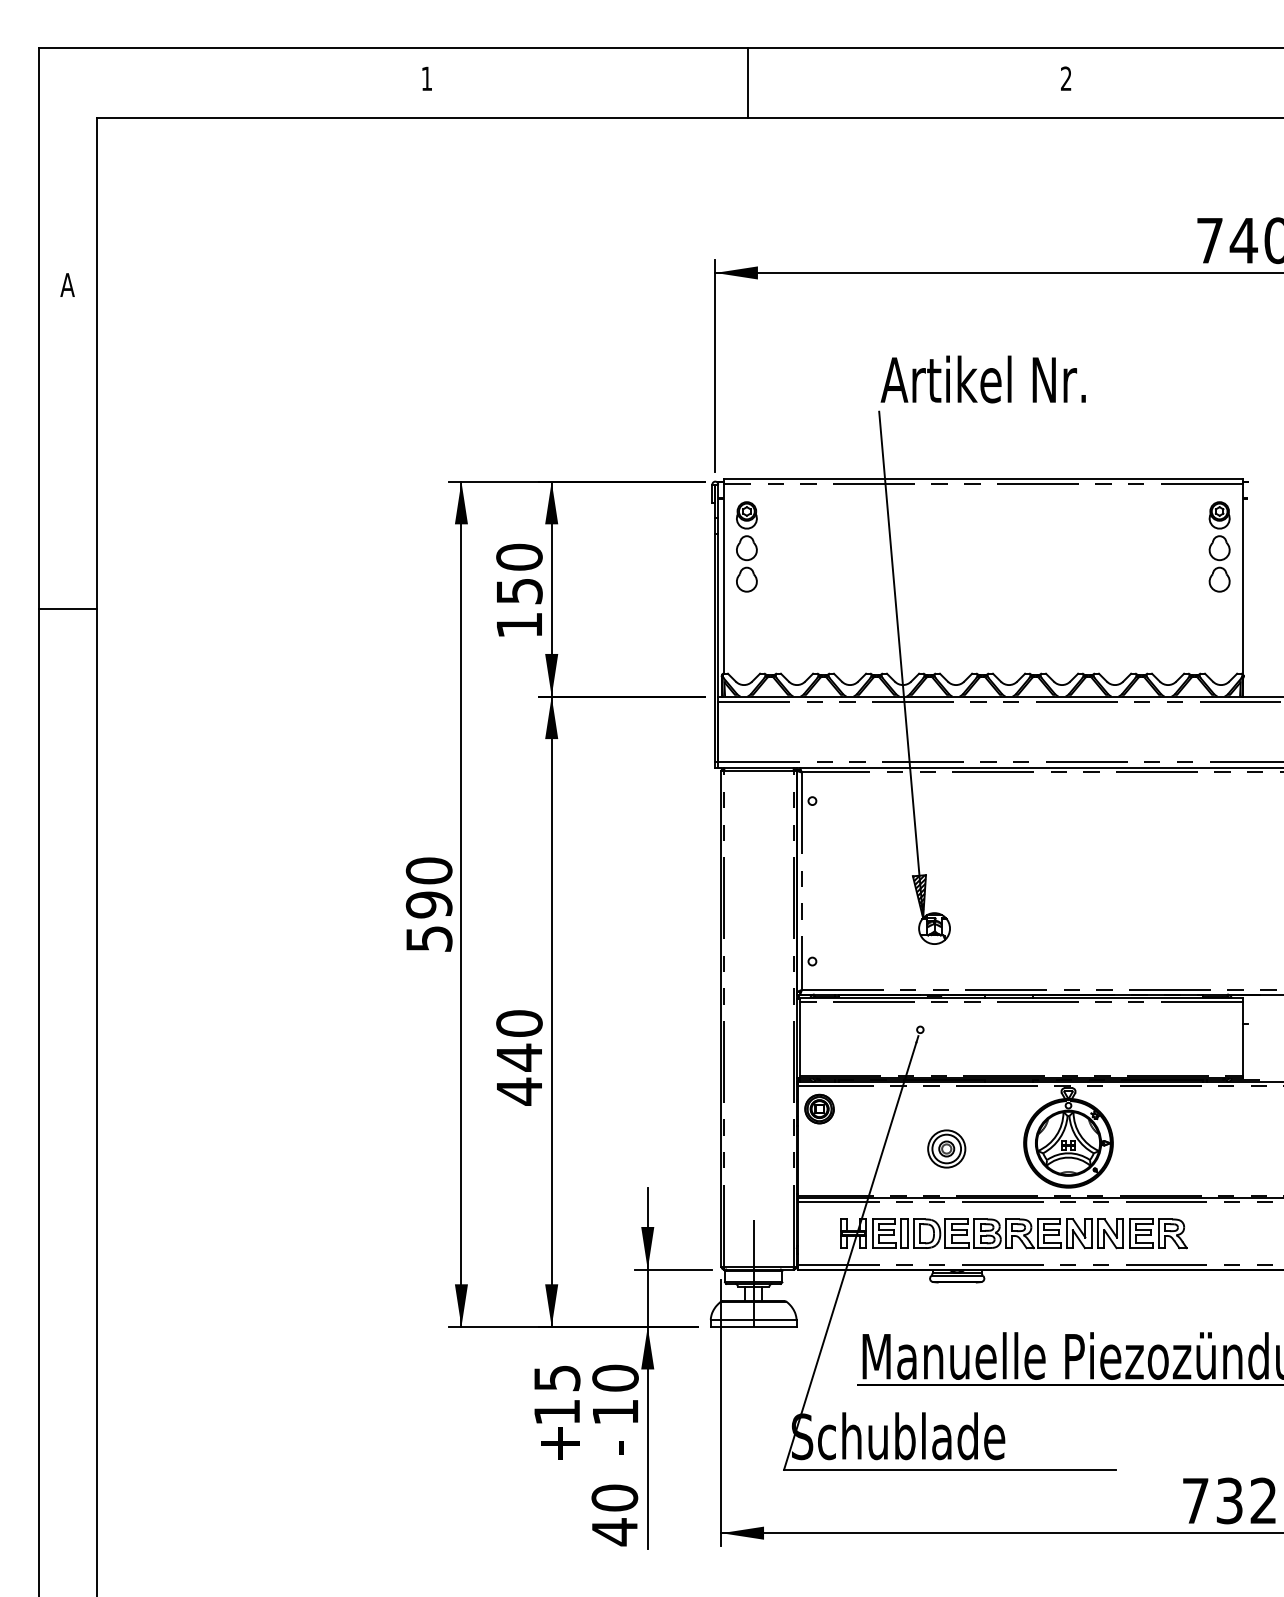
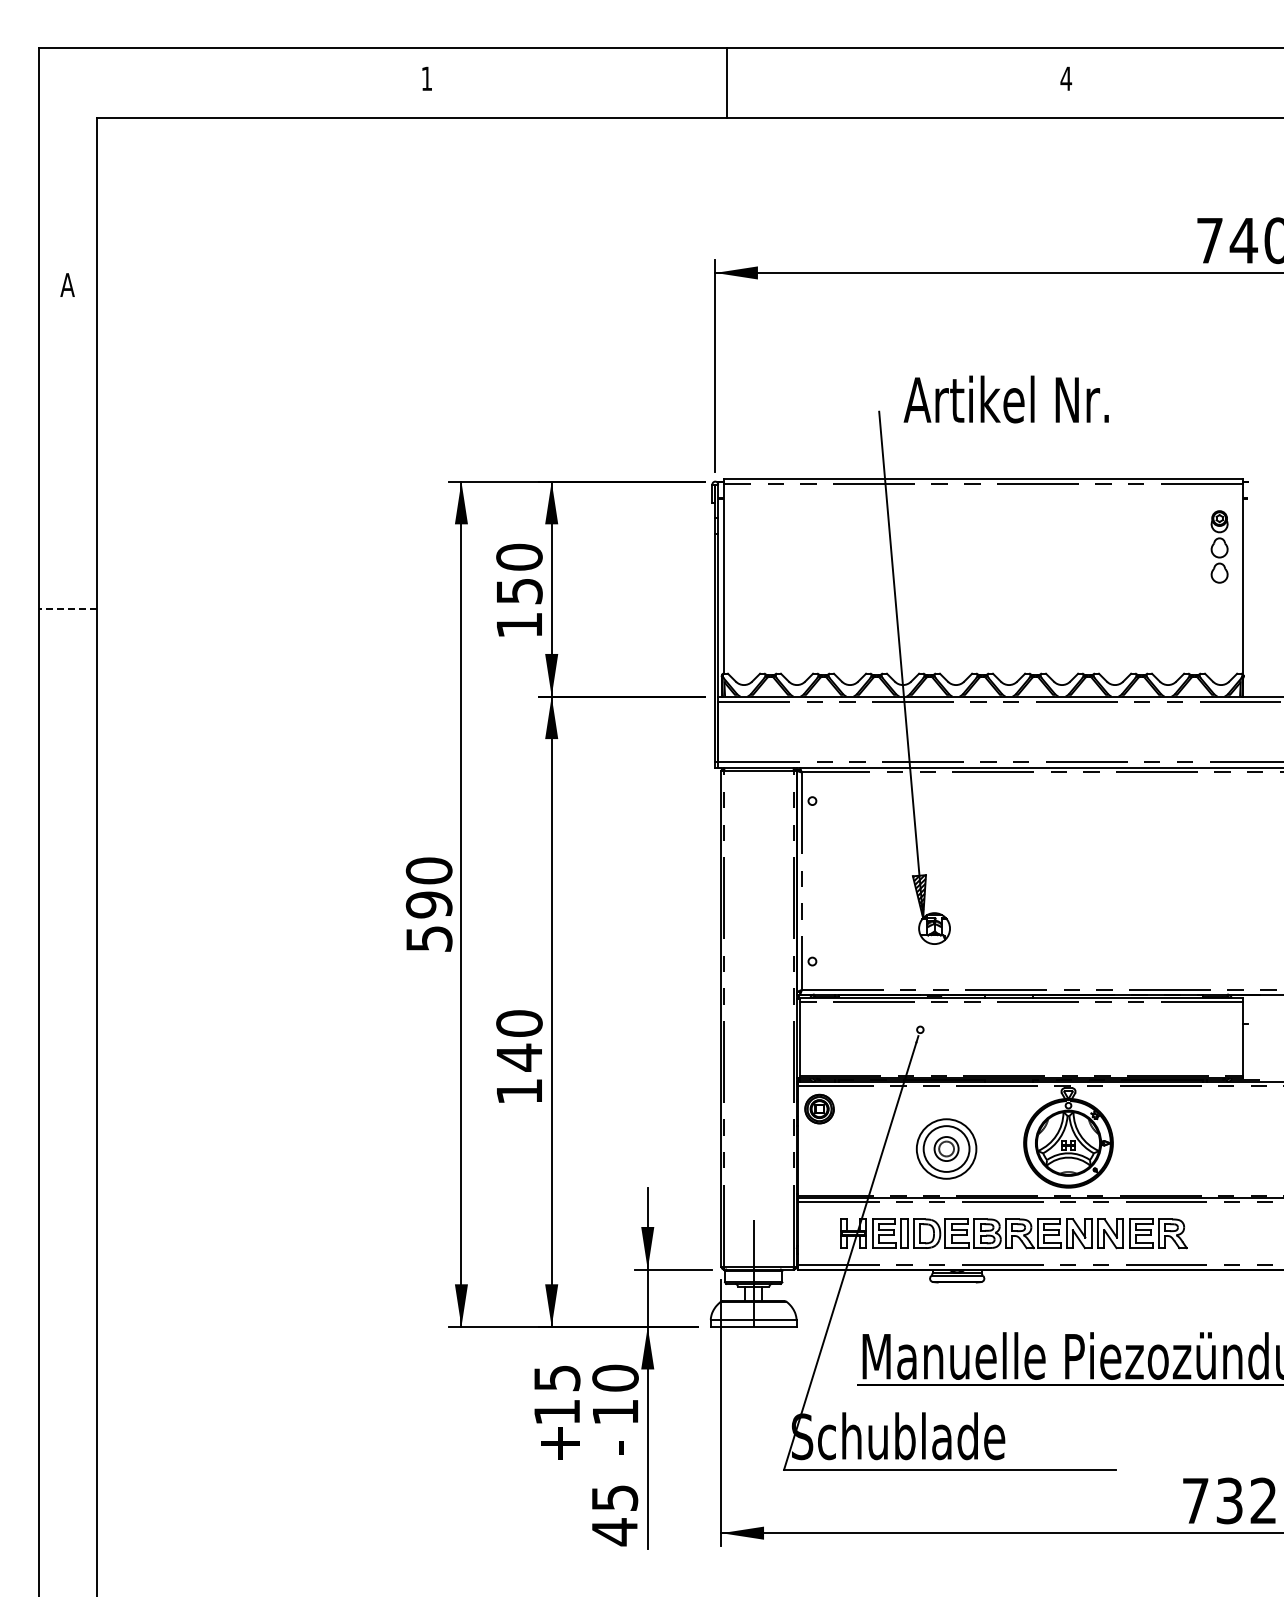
text at (1066, 78): 2 -> 4
line at (747, 82) position: (747, 82) -> (726, 82)
text at (982, 379) position: (982, 379) -> (1005, 399)
part at (746, 546): present -> none
part at (1219, 546) size: 23x92 px -> 19x74 px
line at (67, 608): solid -> dashed
text at (519, 1091): 440 -> 140
part at (946, 1148) size: 40x40 px -> 63x62 px
text at (614, 1497): 40 -> 45
